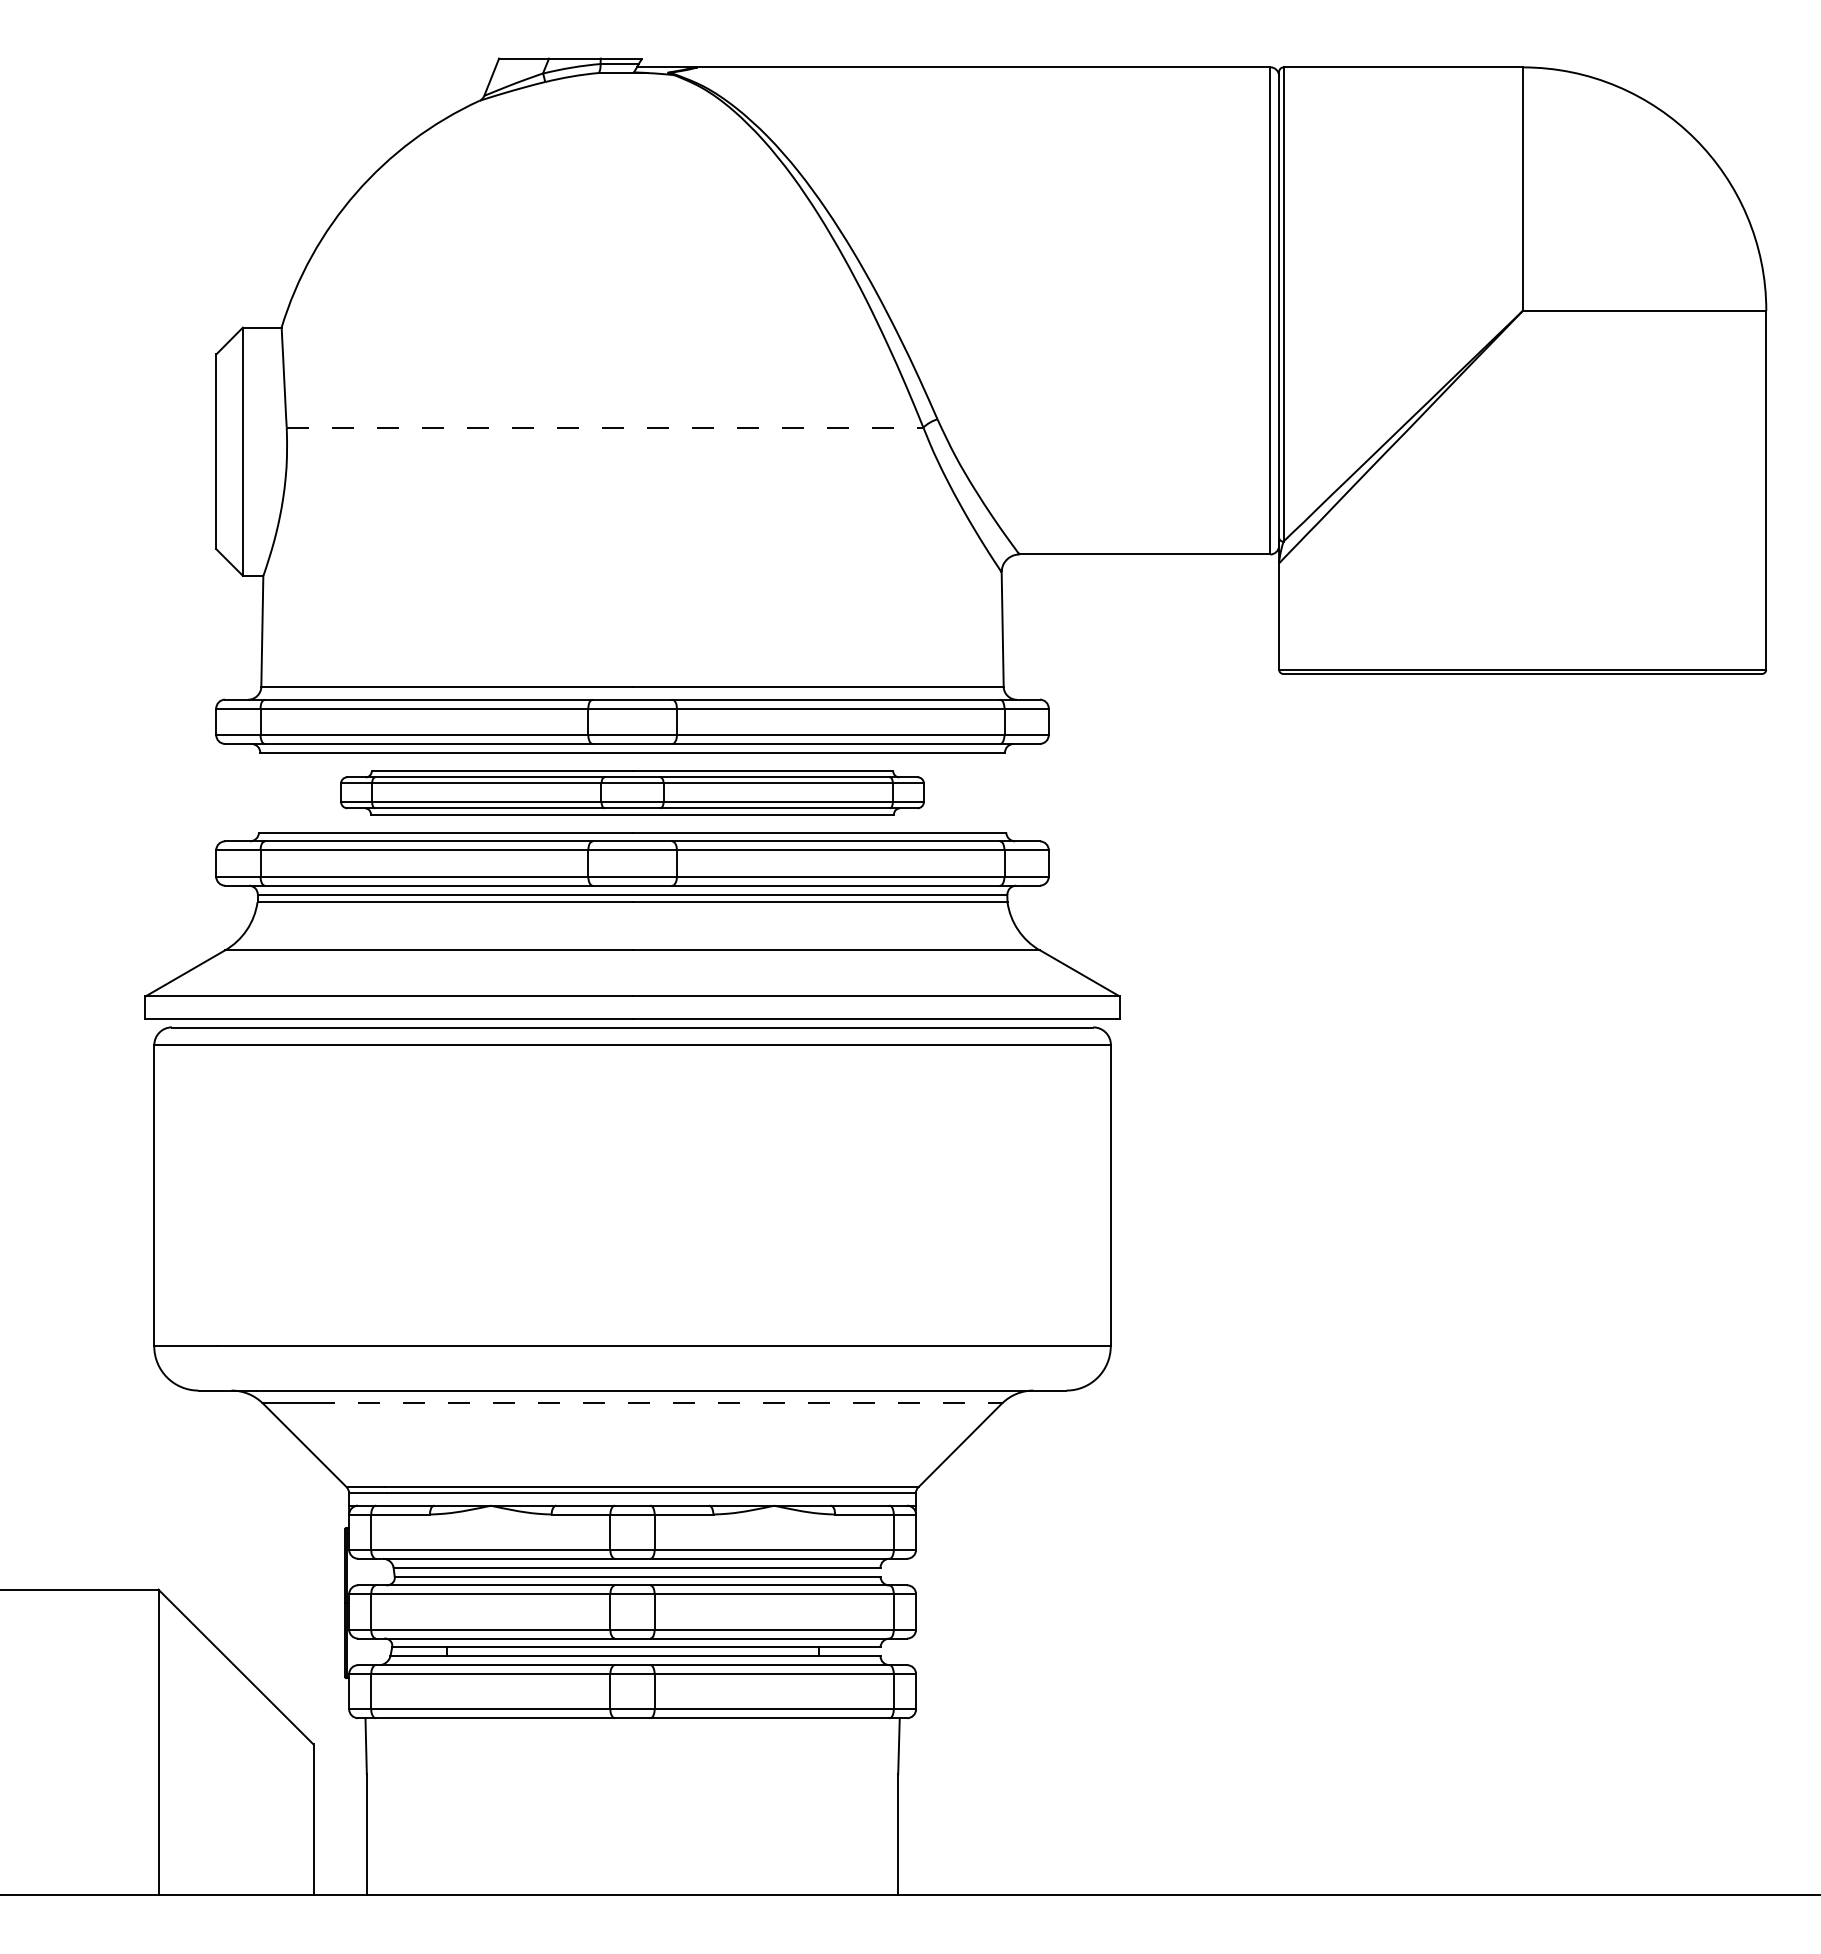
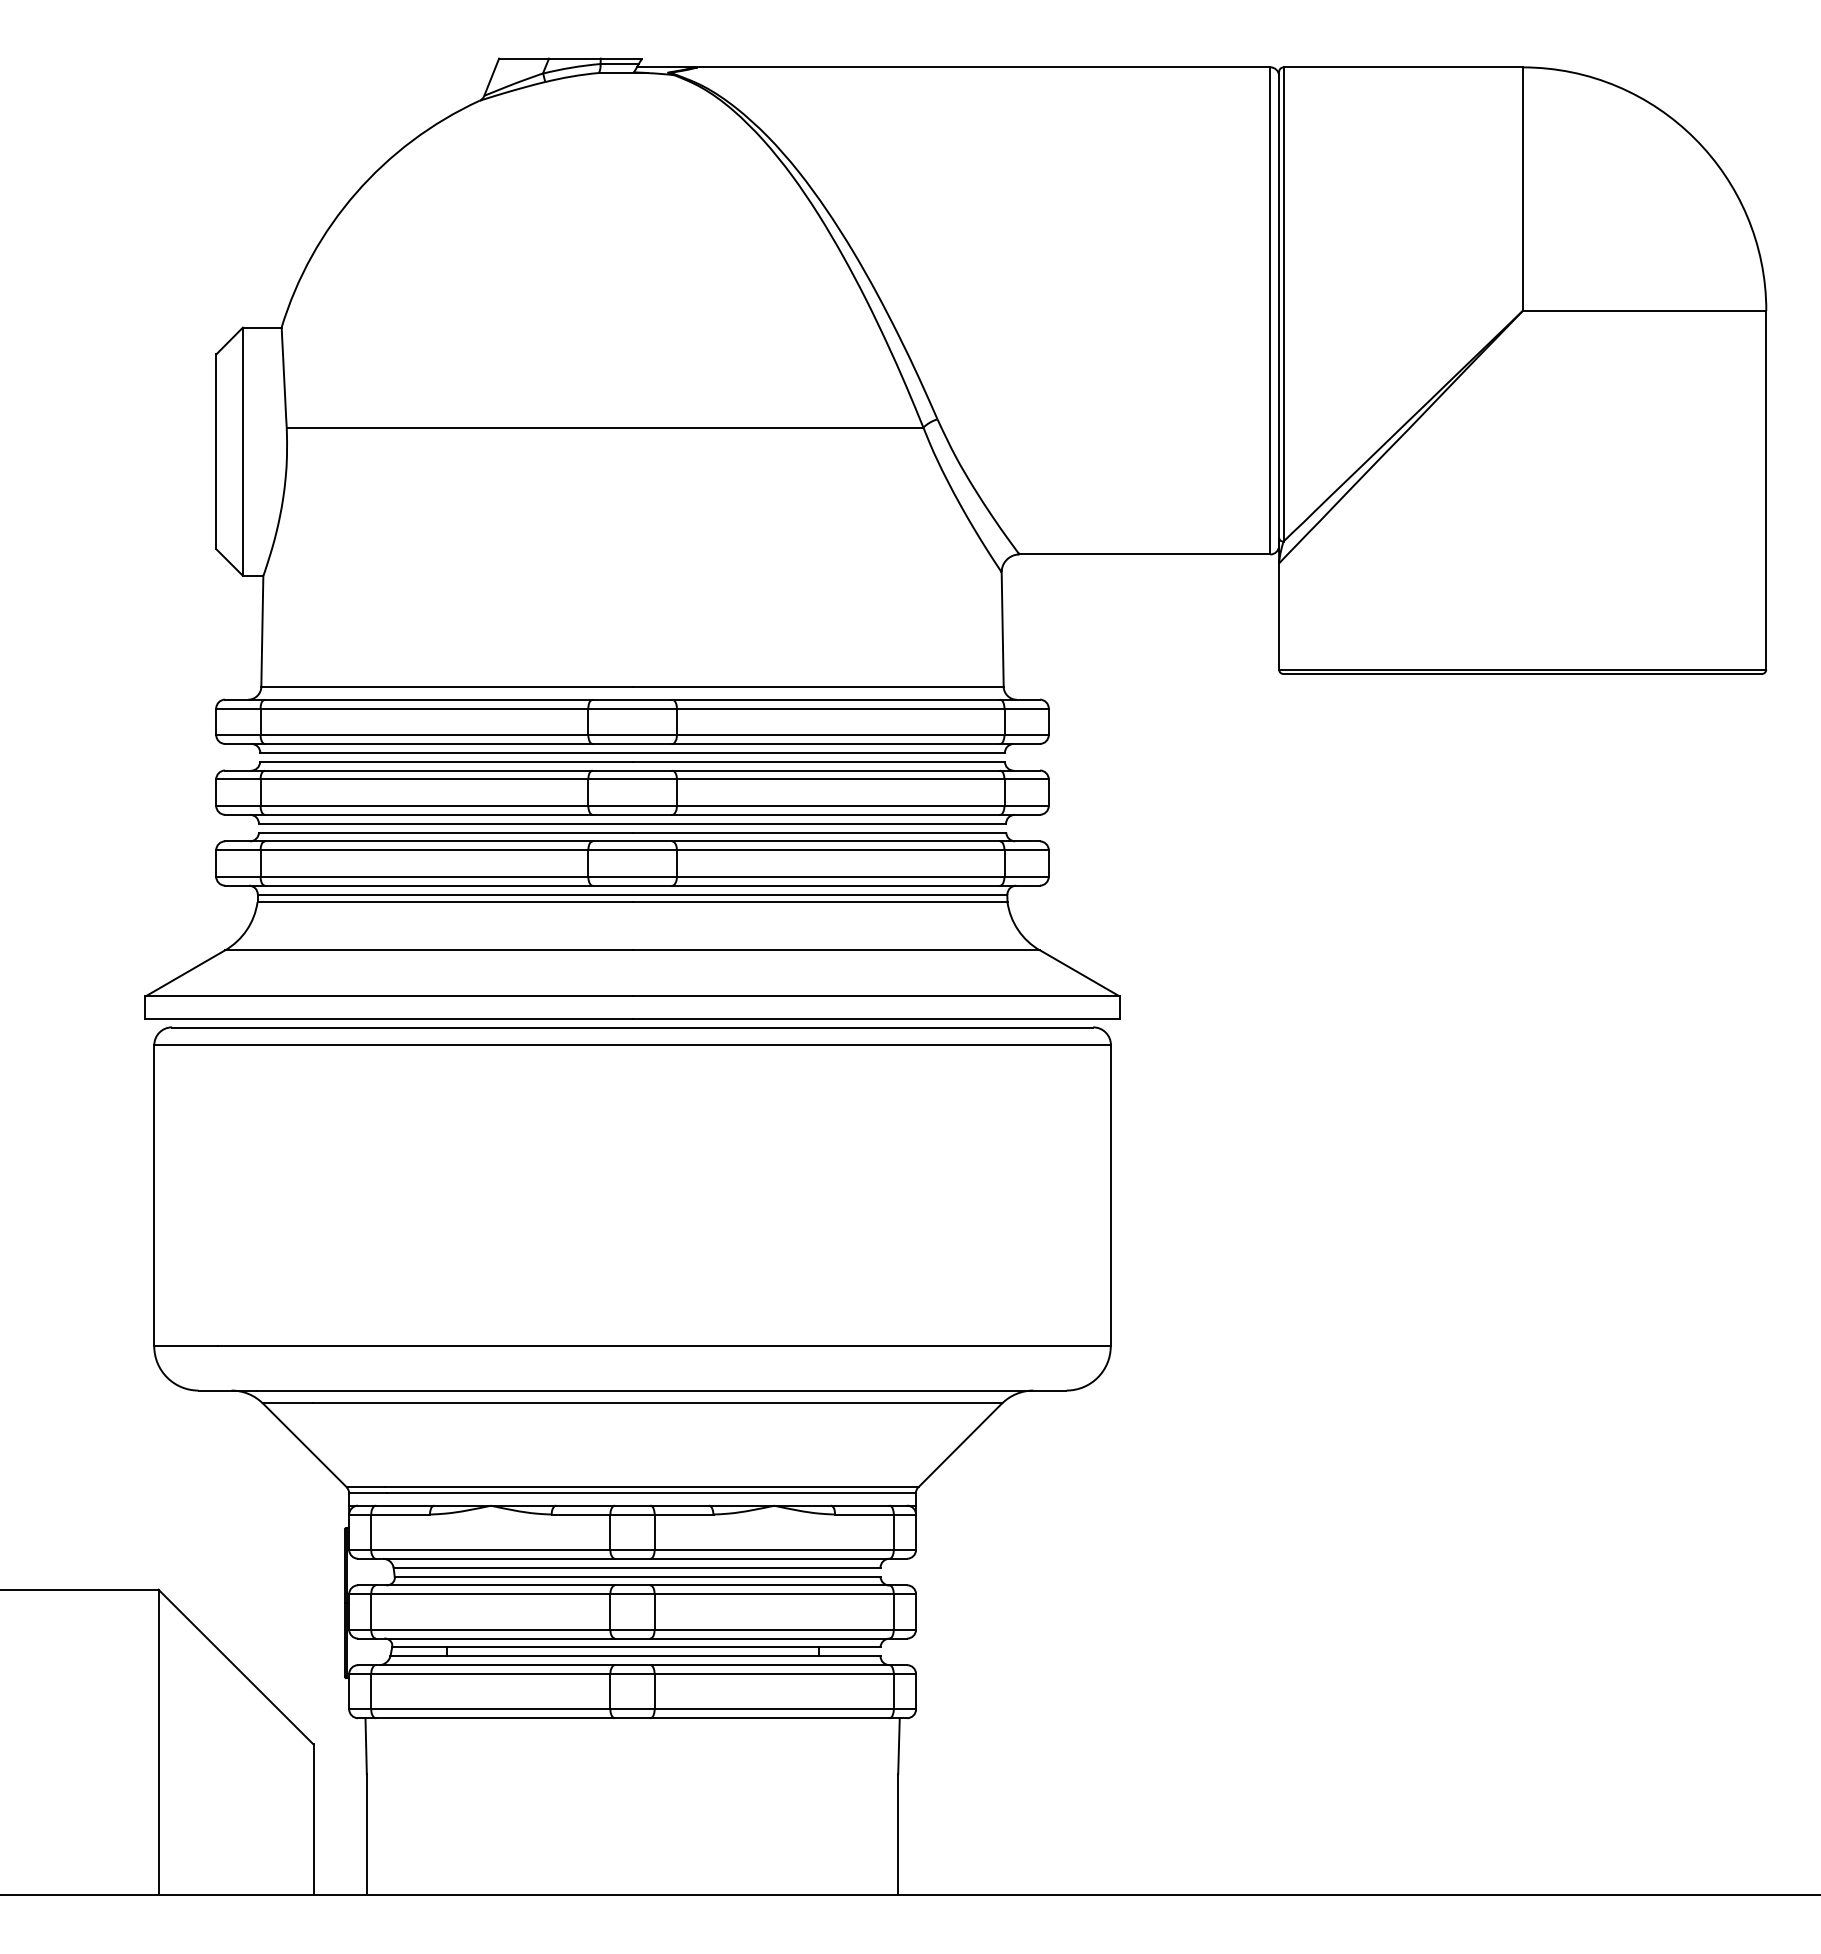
line at (605, 427): dashed -> solid
part at (632, 792) size: 585x46 px -> 835x64 px
line at (657, 1403): dashed -> solid
